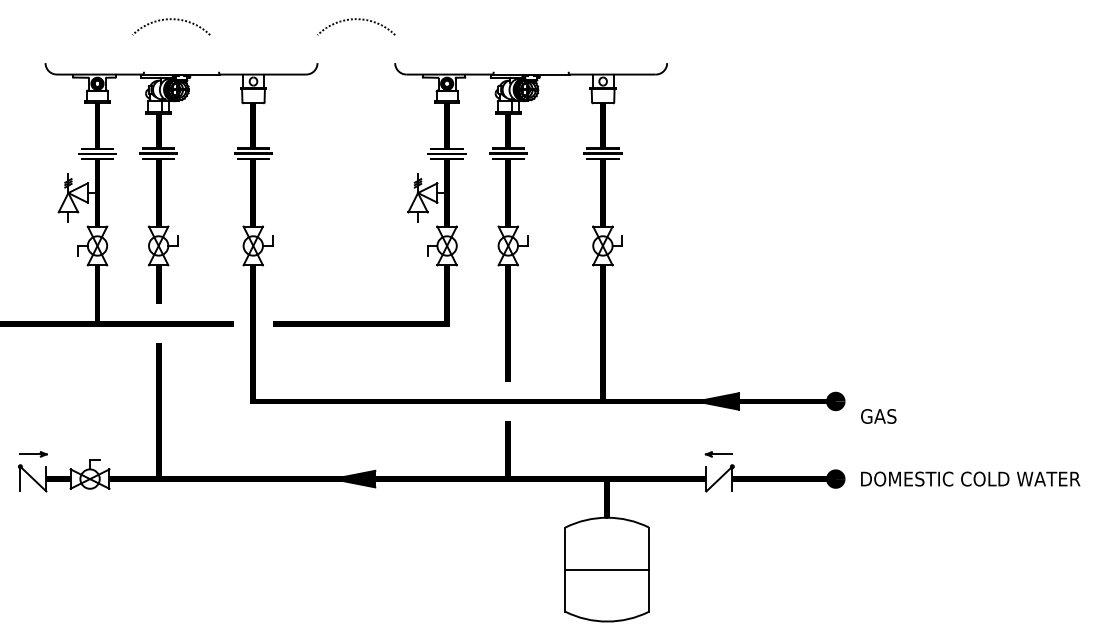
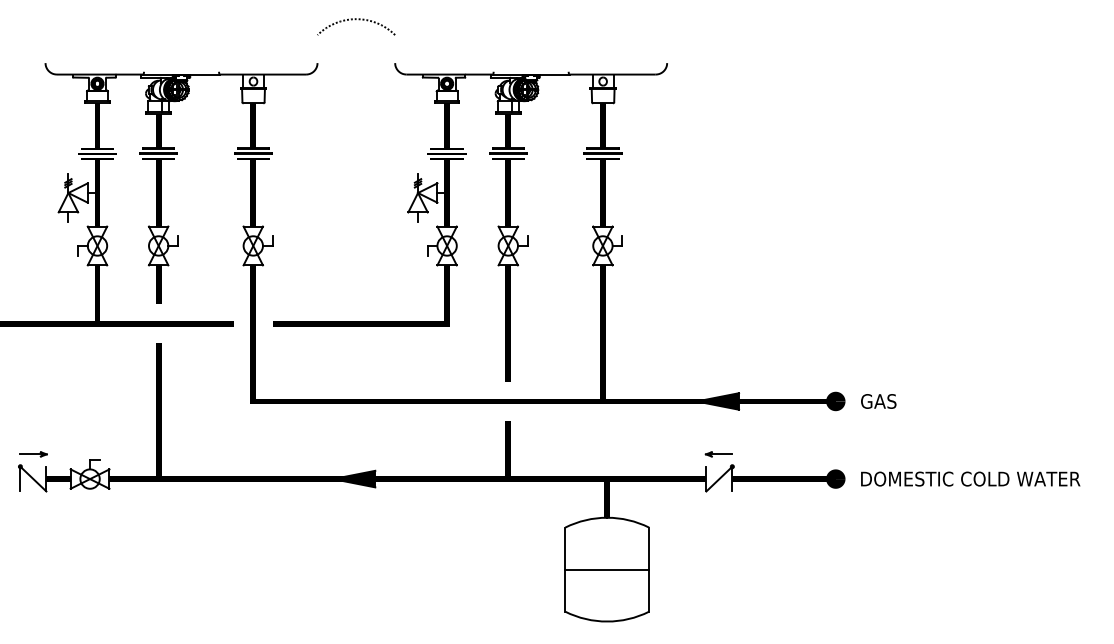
arc at (170, 20): present -> none
text at (878, 416) position: (878, 416) -> (878, 401)
